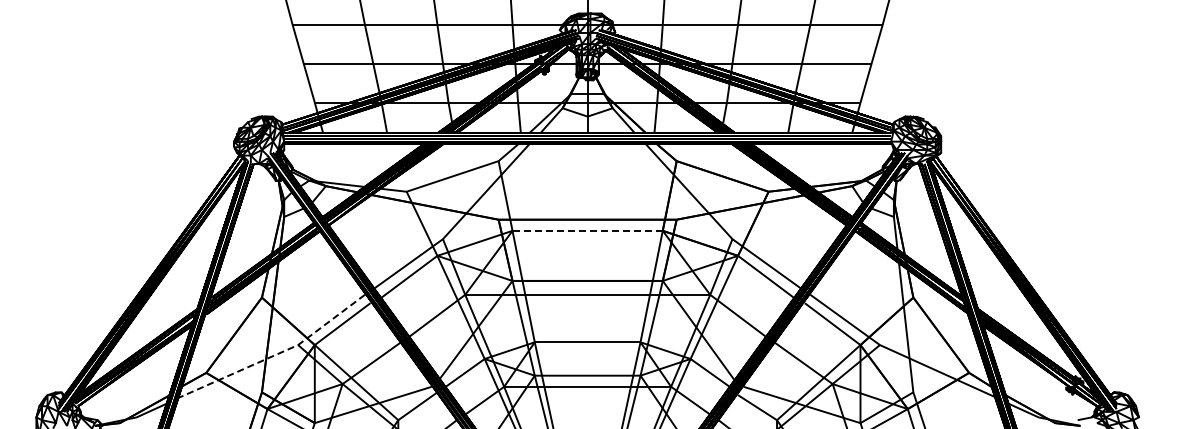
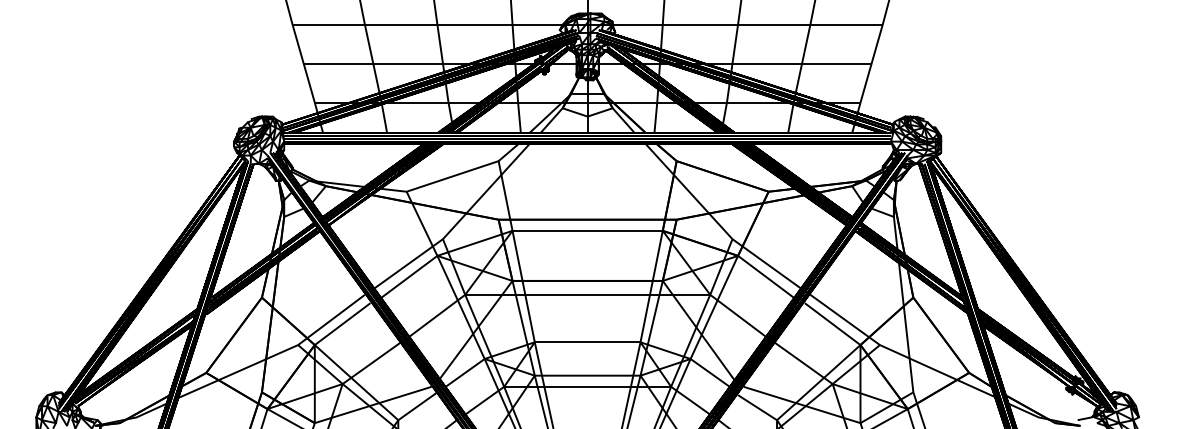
line at (588, 230): dashed -> solid
line at (277, 354): dashed -> solid
